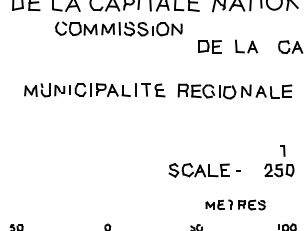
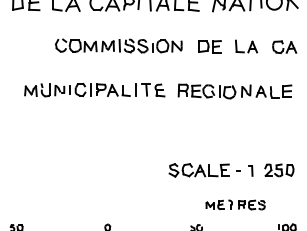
part at (118, 28) position: (118, 28) -> (118, 45)
part at (290, 46) position: (290, 46) -> (284, 46)
part at (282, 150) position: (282, 150) -> (250, 170)
